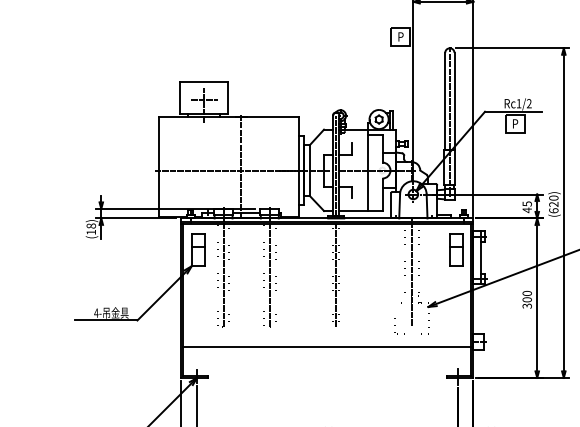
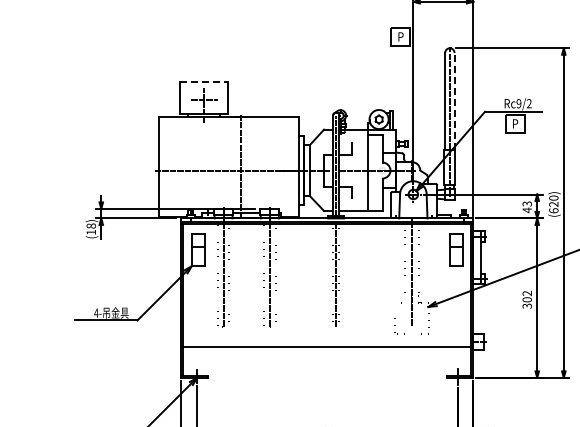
line at (204, 81): solid -> dashed
line at (454, 100): solid -> dashed
text at (518, 103): Rc1/2 -> Rc9/2
text at (526, 203): 45 -> 43
text at (526, 293): 300 -> 302
